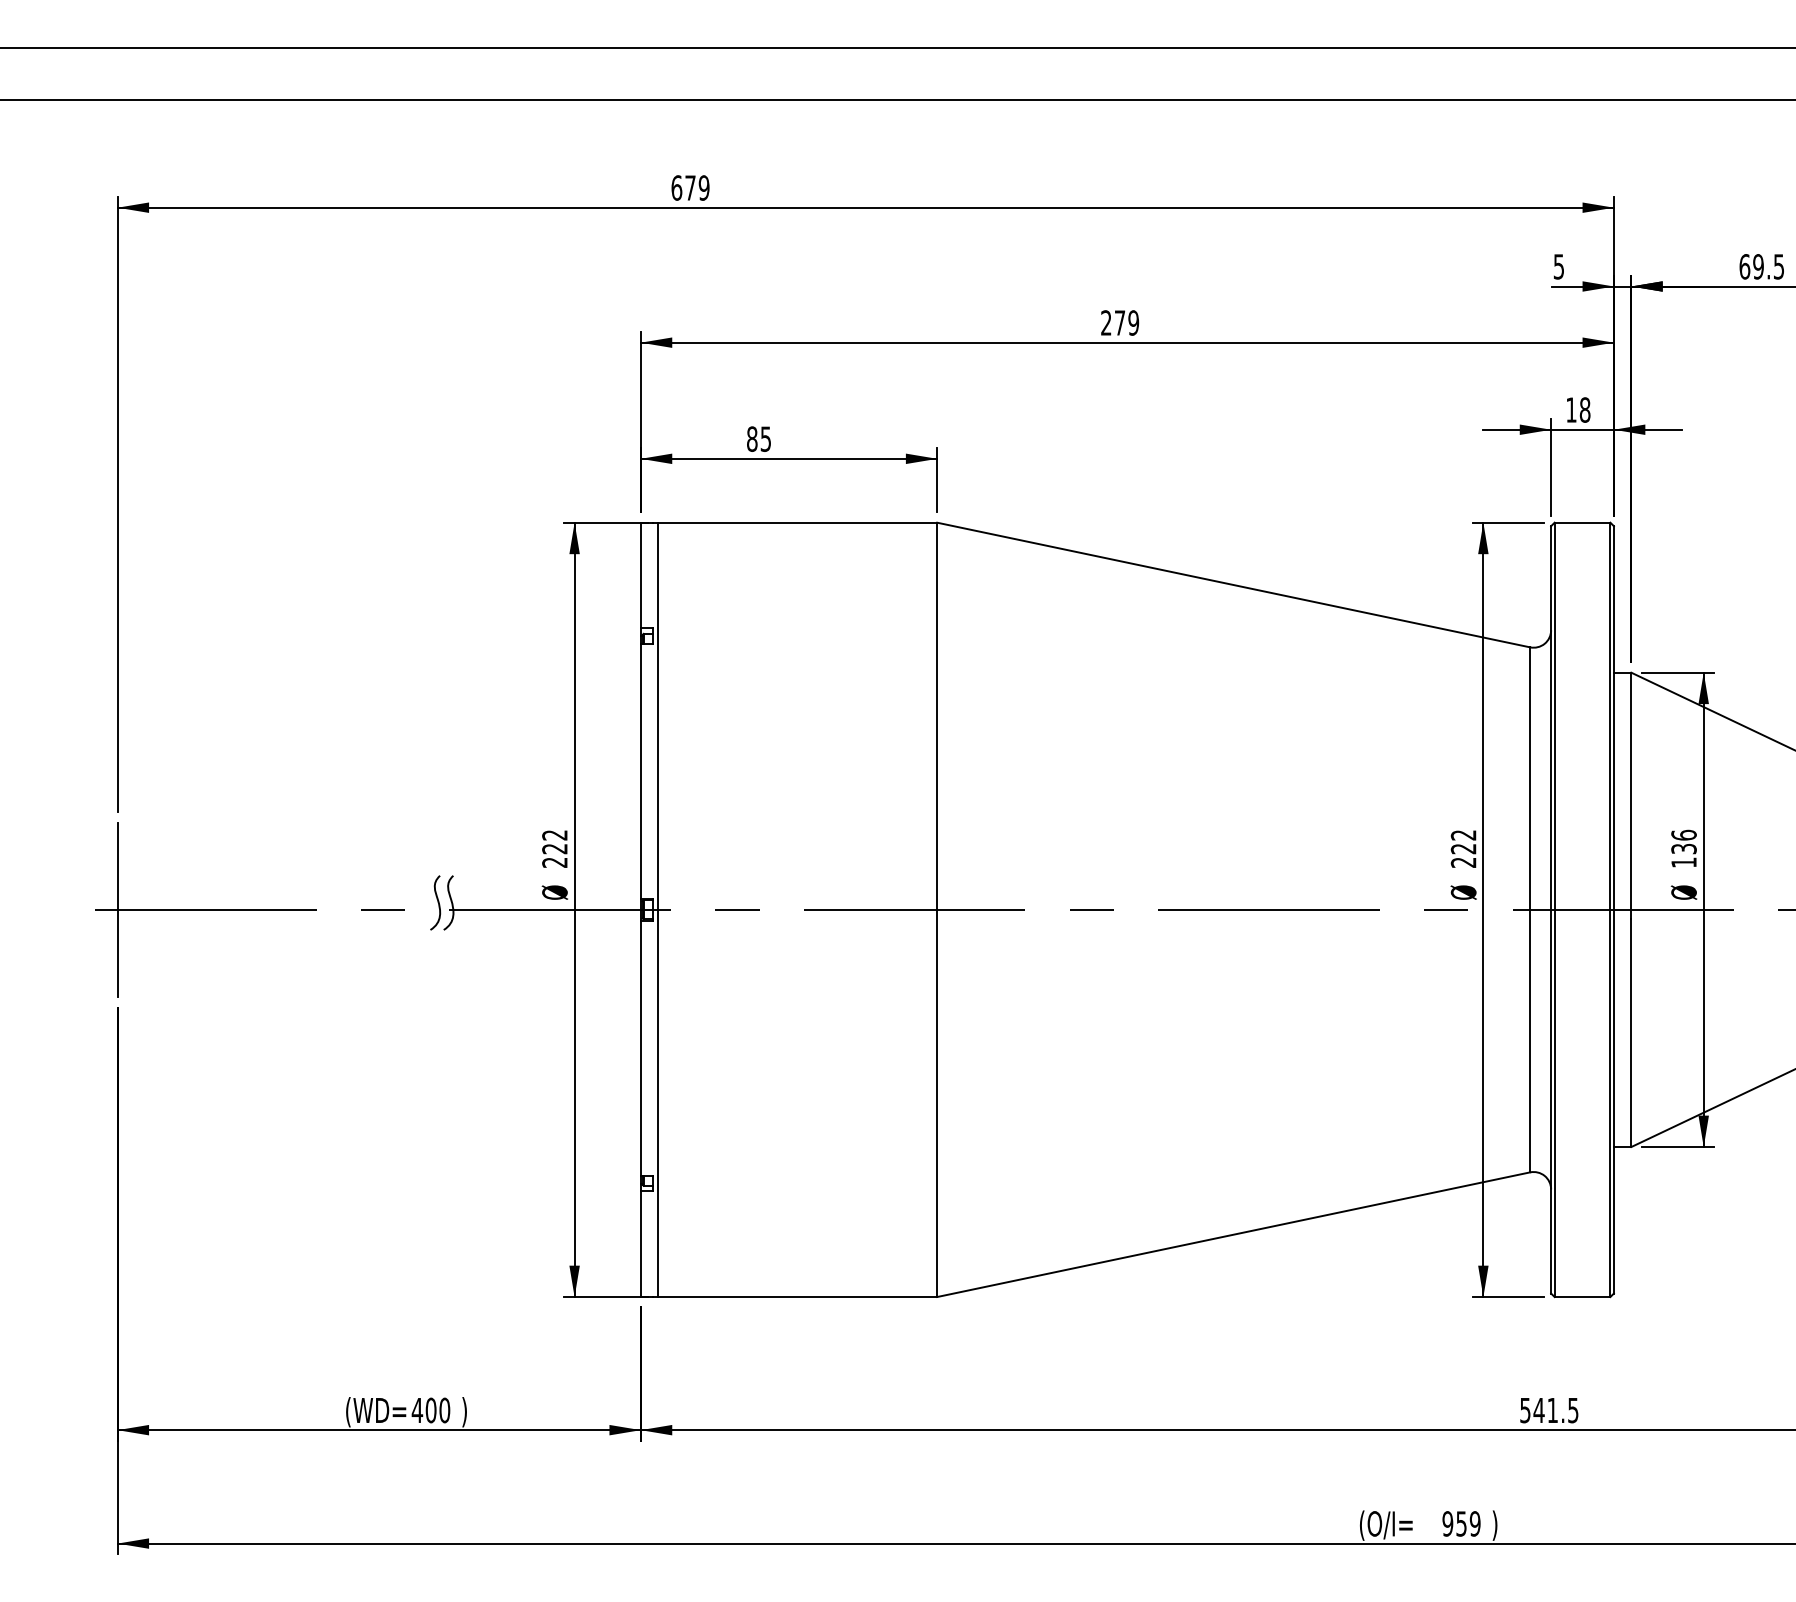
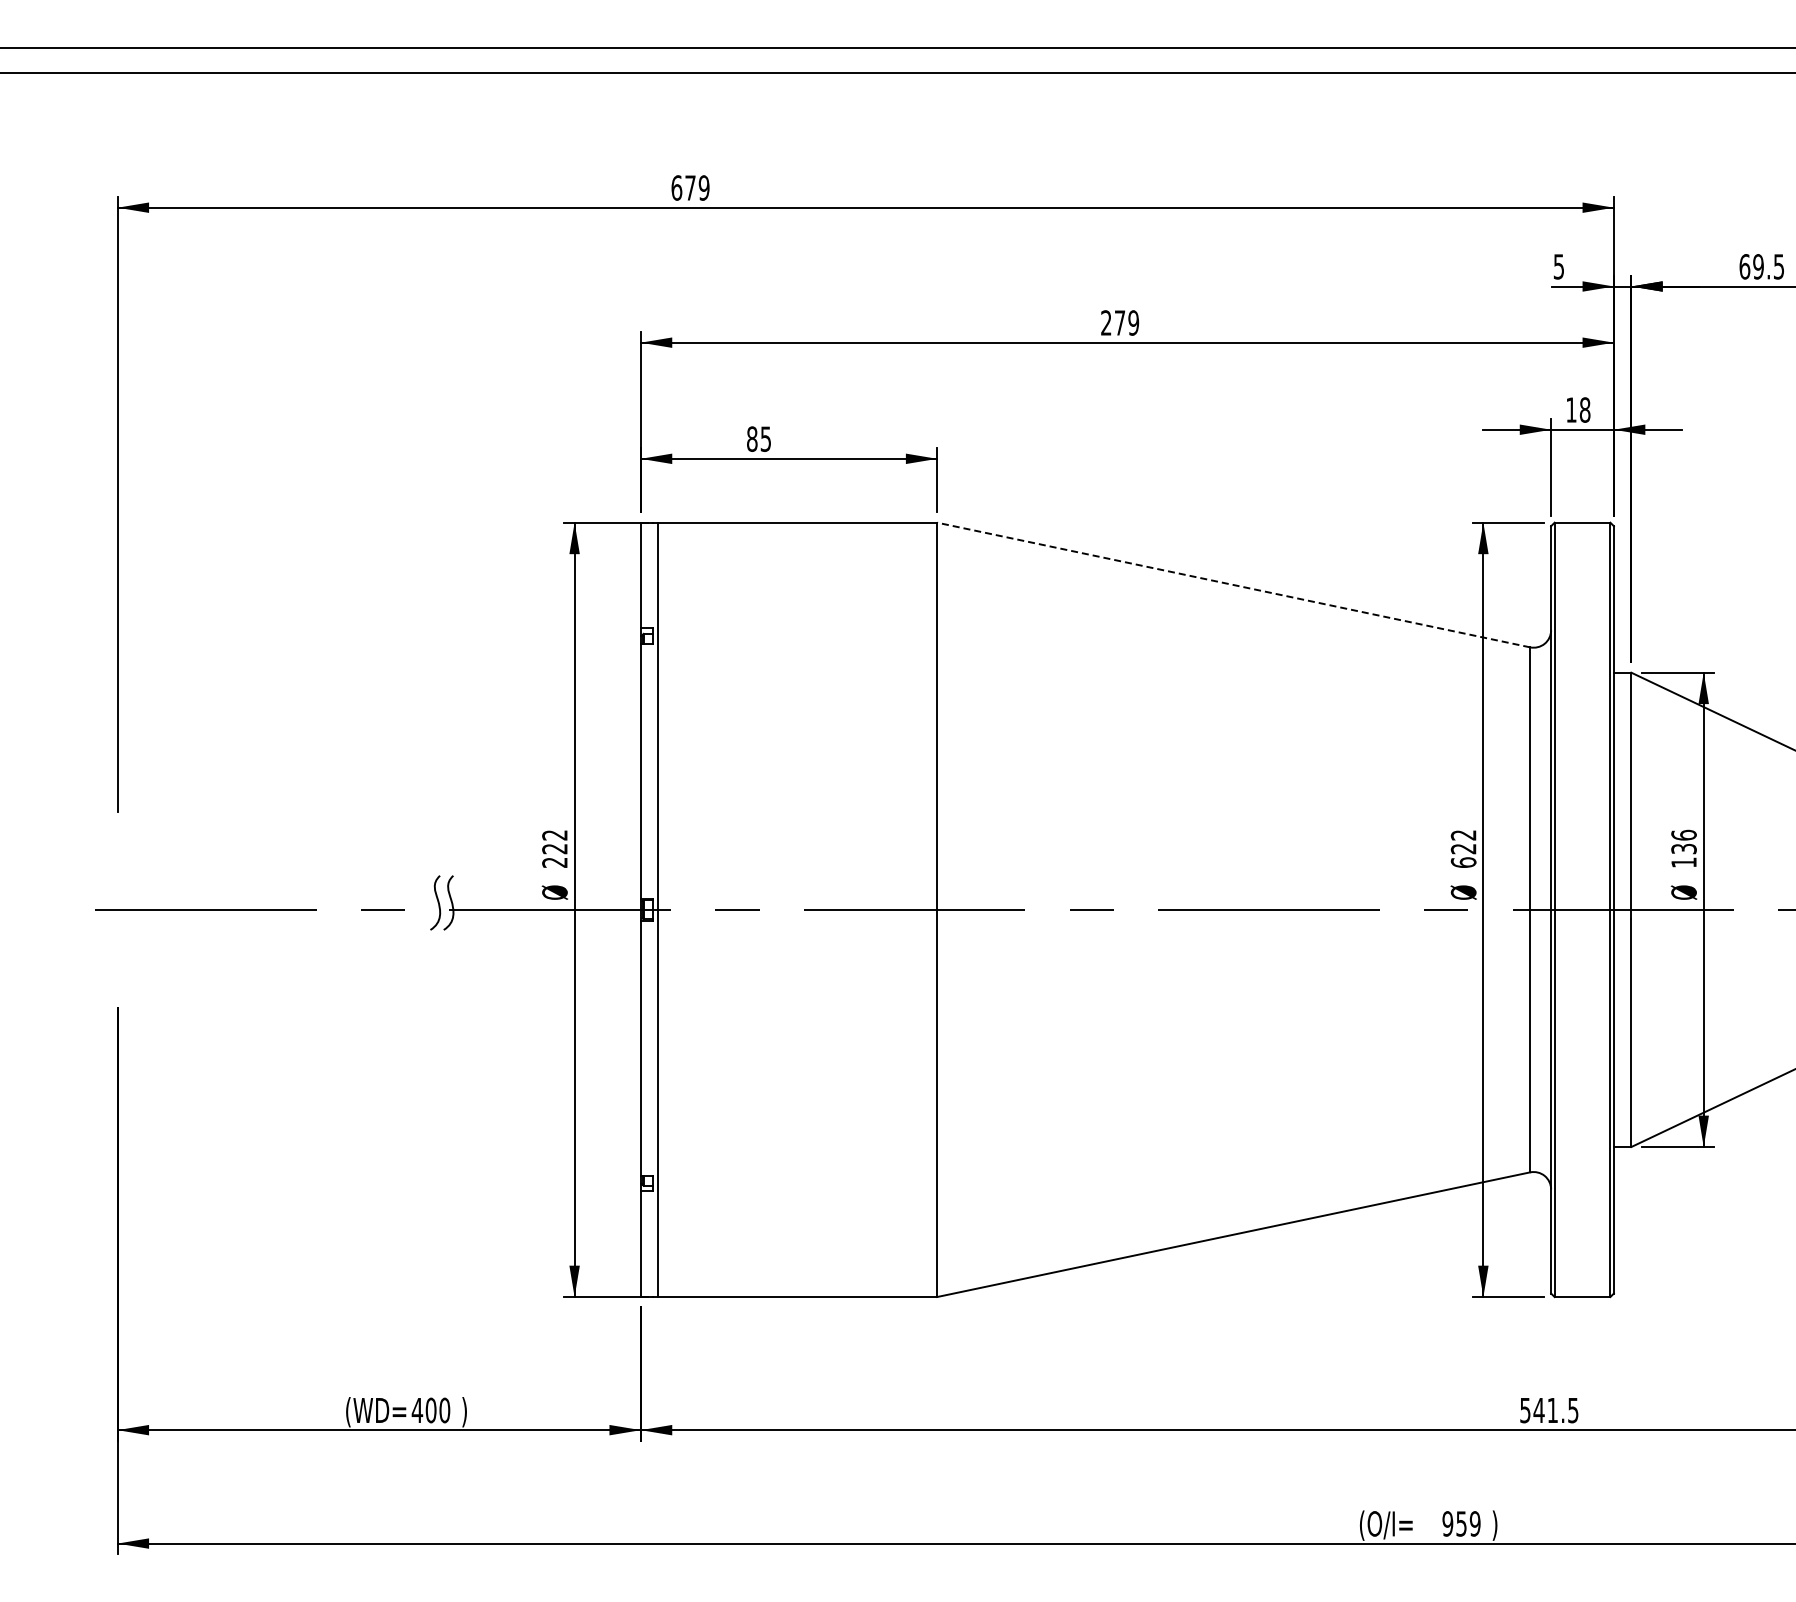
line at (897, 100) position: (897, 100) -> (897, 73)
line at (1233, 585): solid -> dashed
text at (1463, 862): 222 -> 622
line at (117, 909): present -> none
